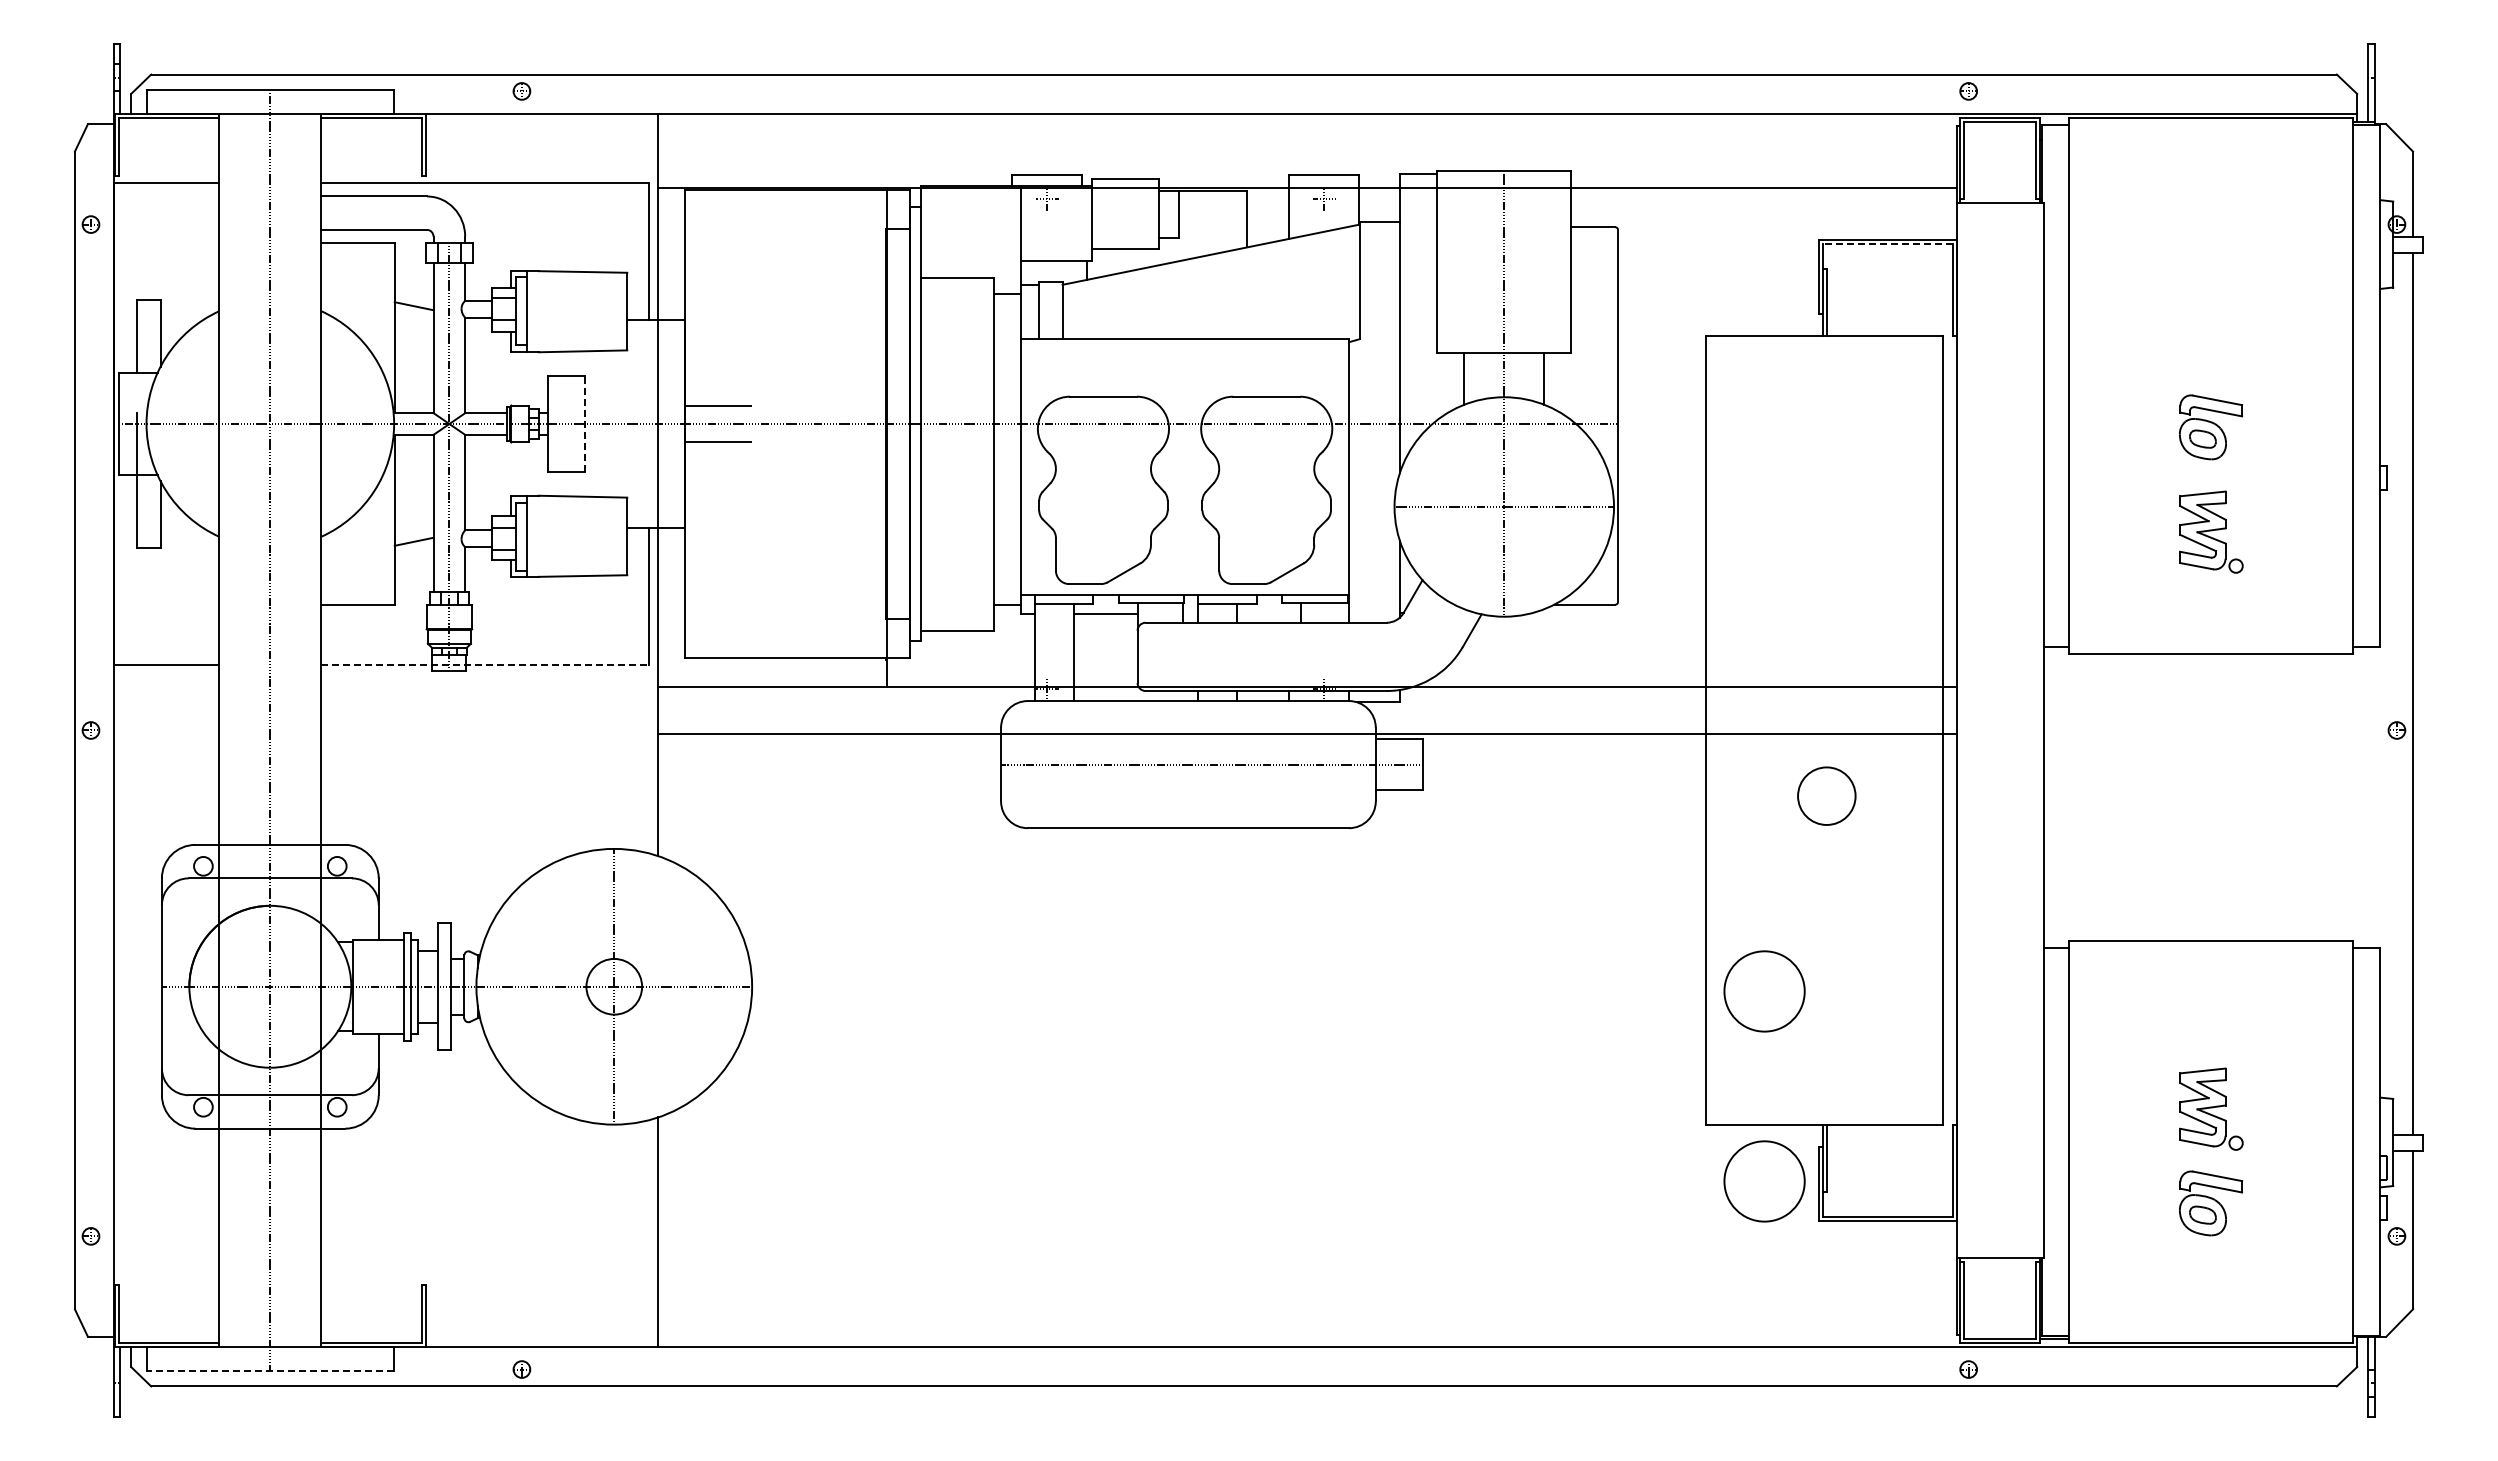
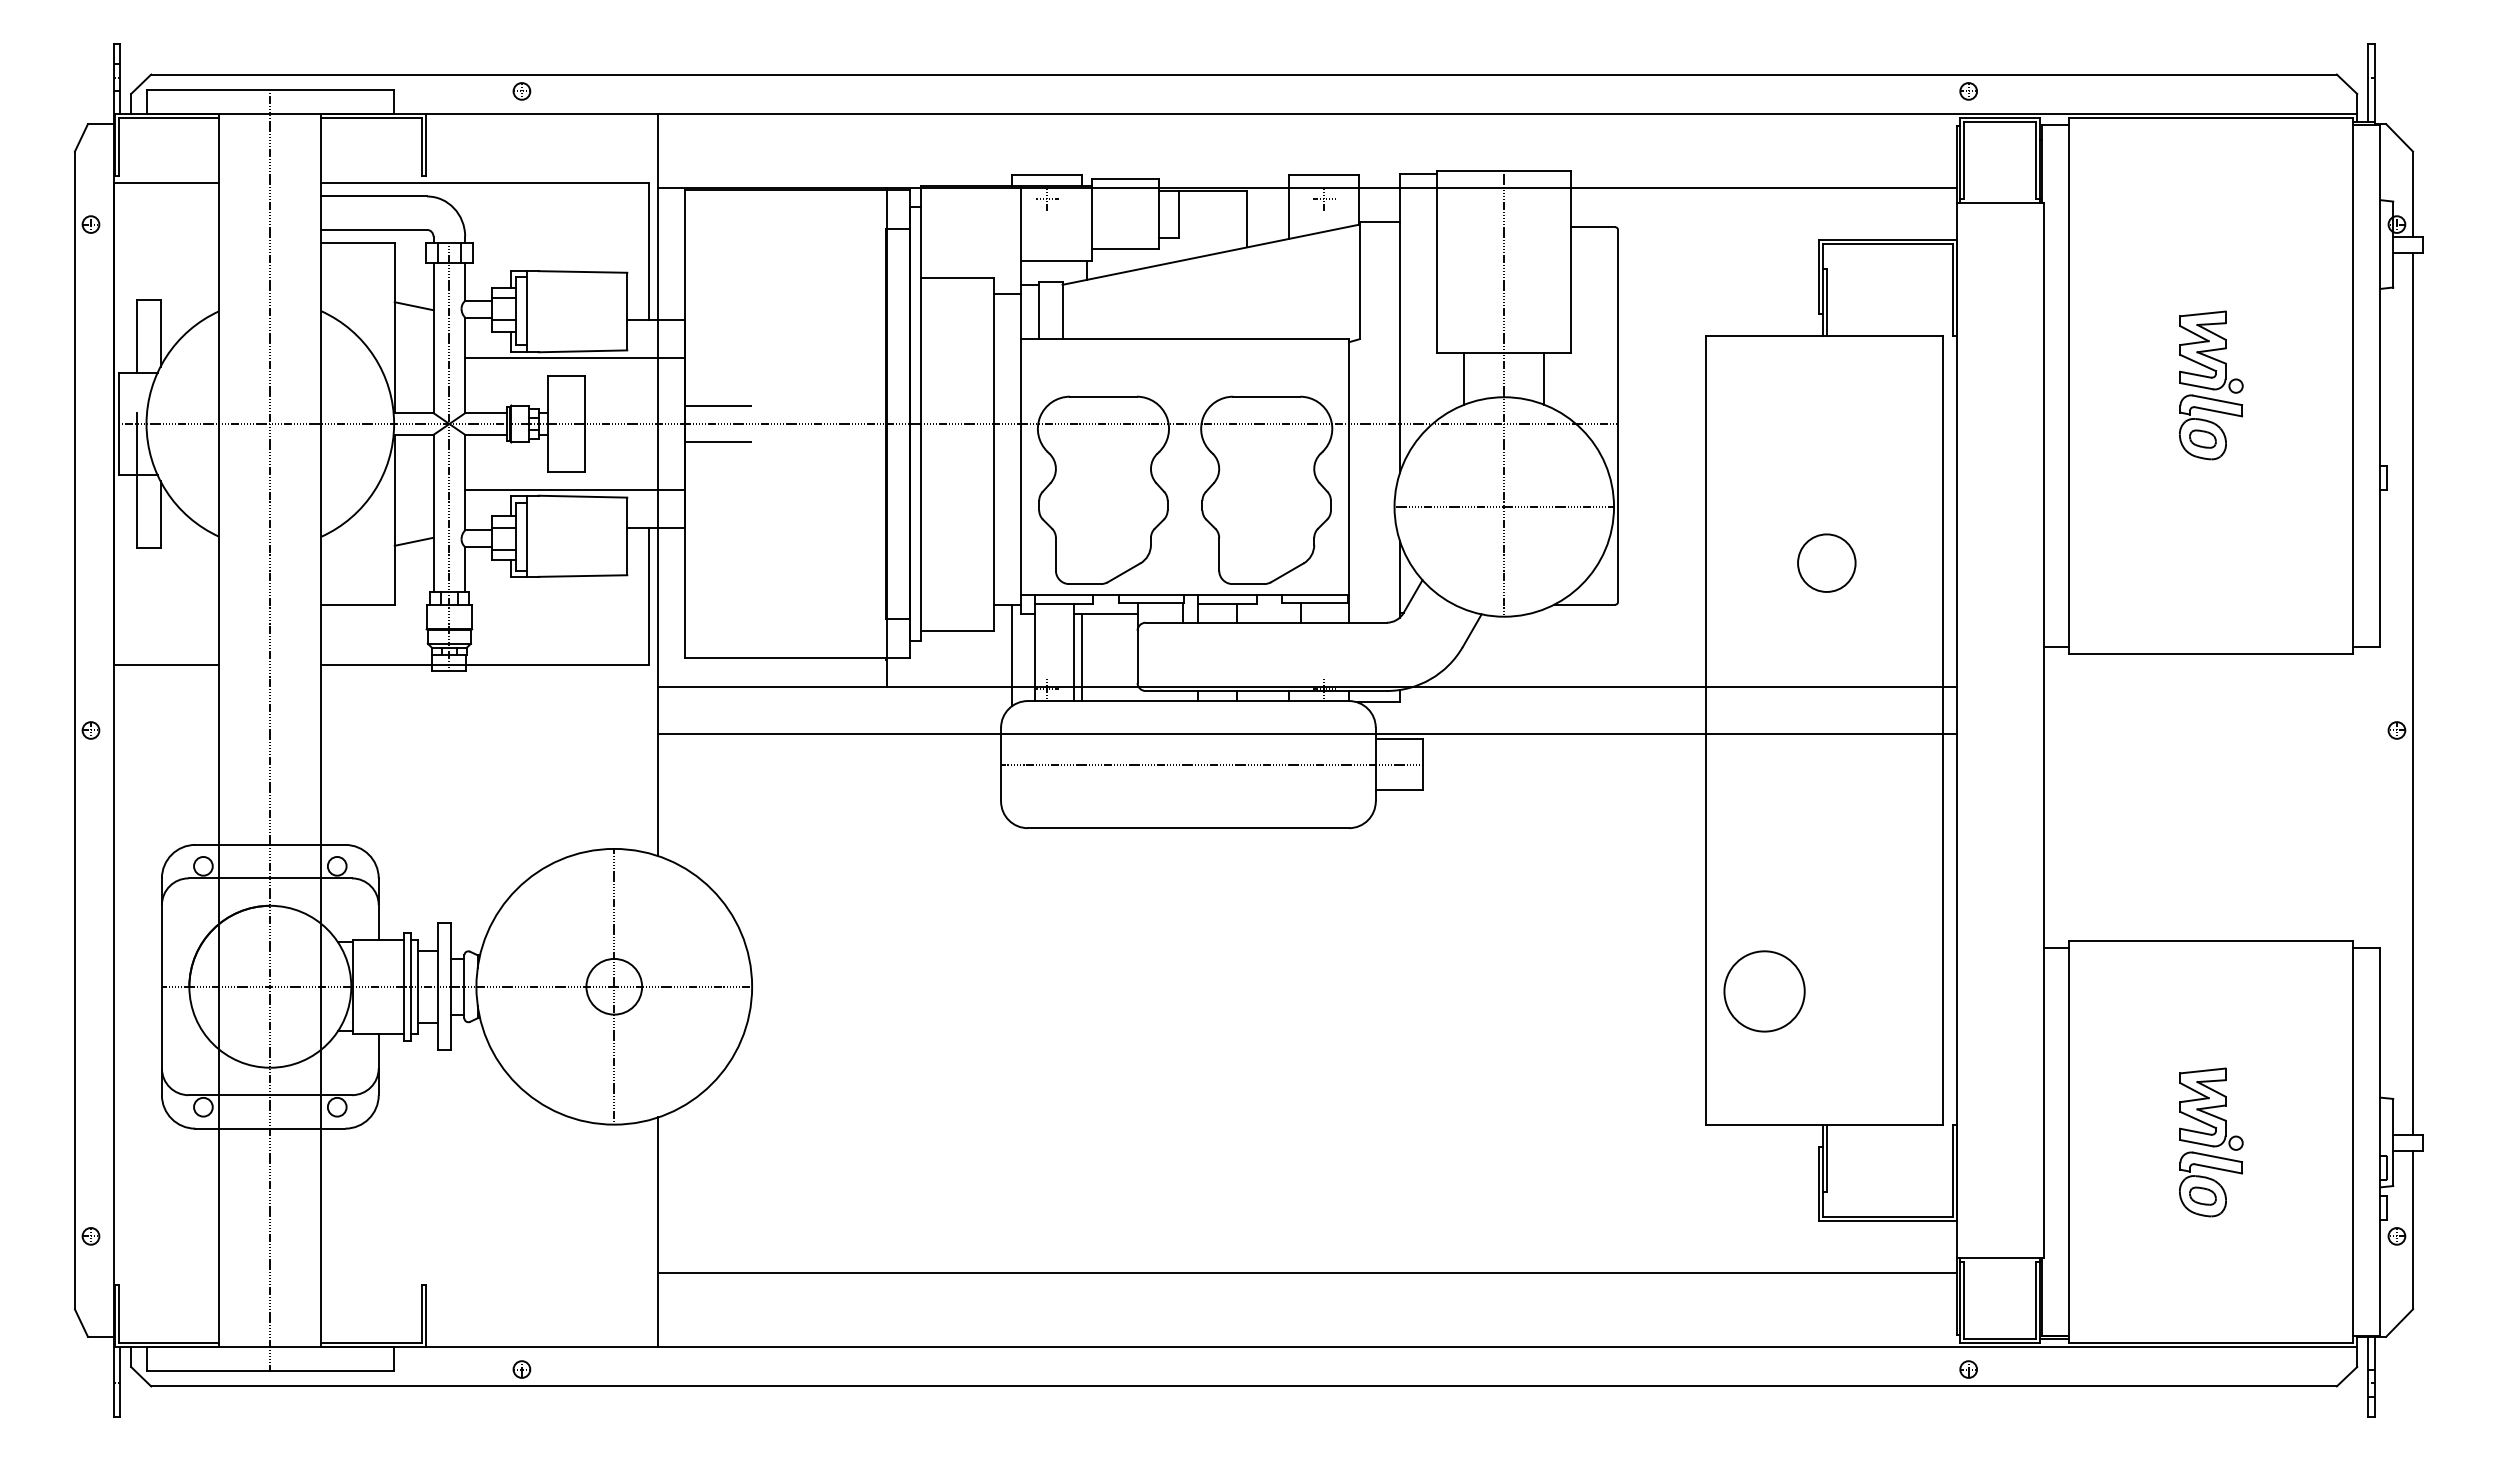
line at (1887, 244): dashed -> solid
line at (575, 358): none -> present
line at (584, 424): dashed -> solid
line at (575, 489): none -> present
part at (2211, 531) position: (2211, 531) -> (2211, 351)
line at (1012, 654): none -> present
line at (1082, 657): none -> present
line at (485, 664): dashed -> solid
circle at (1826, 795) position: (1826, 795) -> (1826, 562)
circle at (1764, 1181): present -> none
part at (2211, 1203) position: (2211, 1203) -> (2211, 1184)
line at (1307, 1273): none -> present
line at (270, 1370): dashed -> solid
